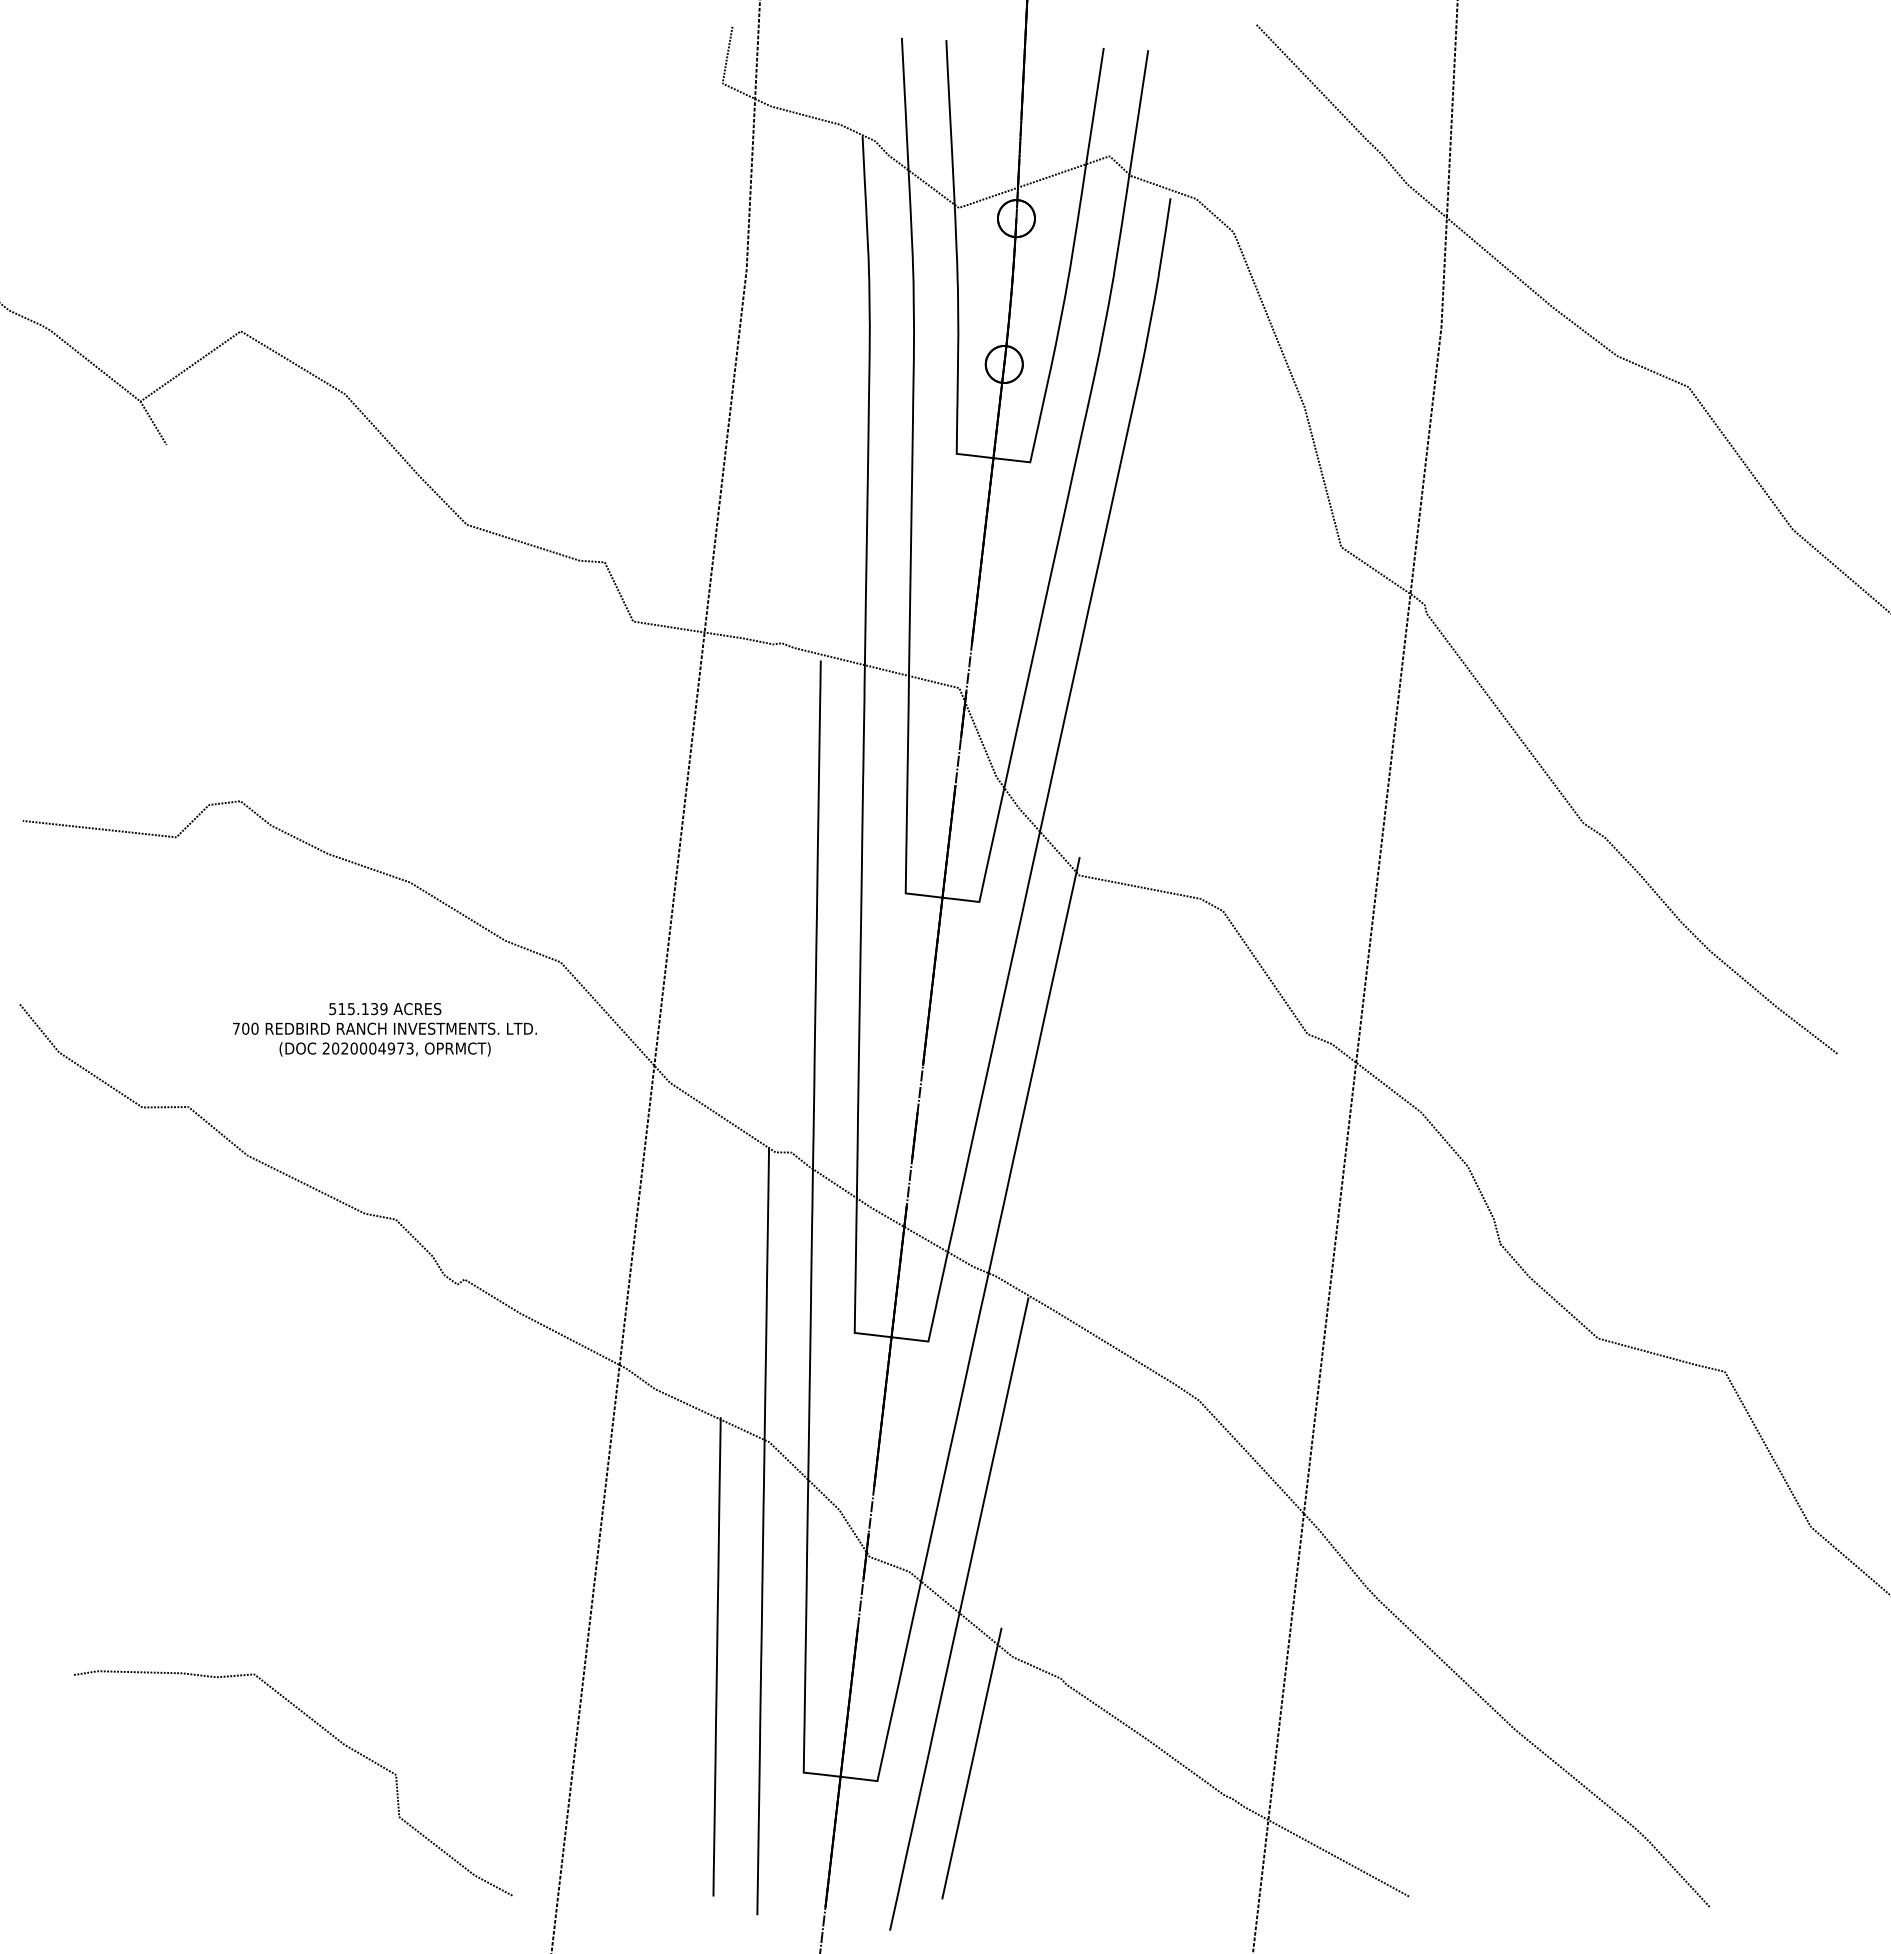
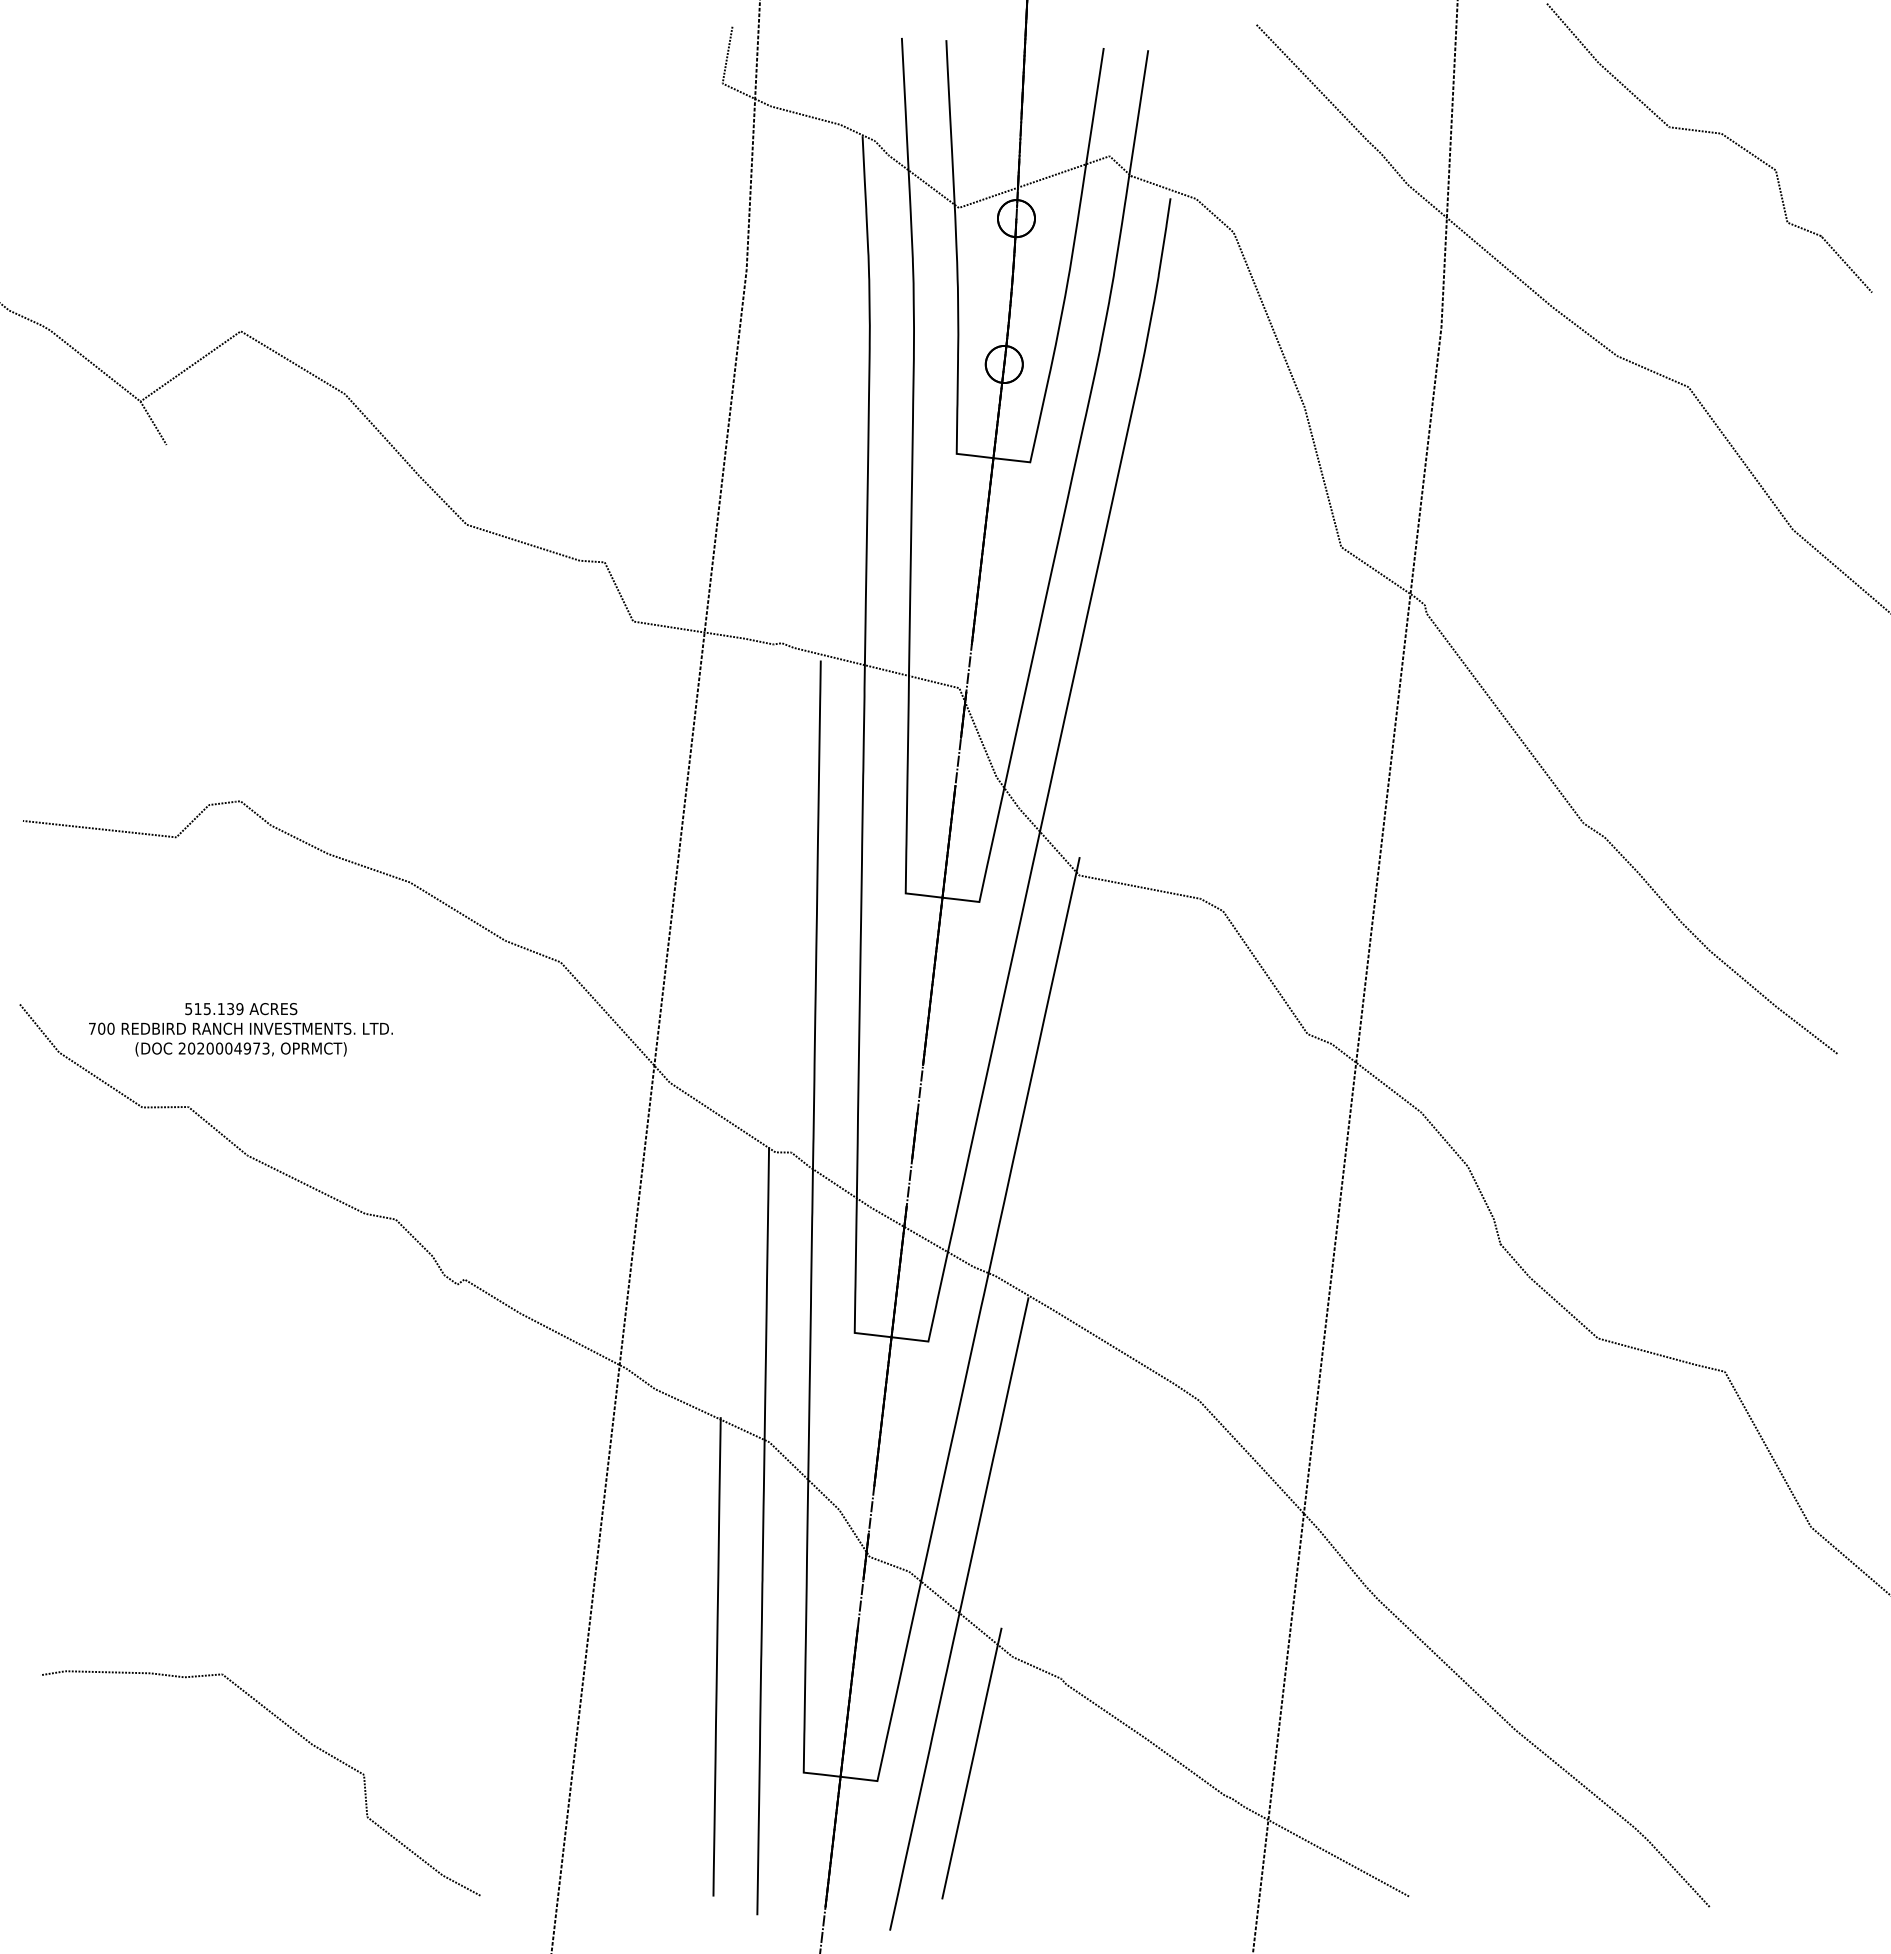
curve at (1709, 133): none -> present
text at (384, 1029) position: (384, 1029) -> (240, 1029)
curve at (329, 1734) position: (329, 1734) -> (297, 1734)
